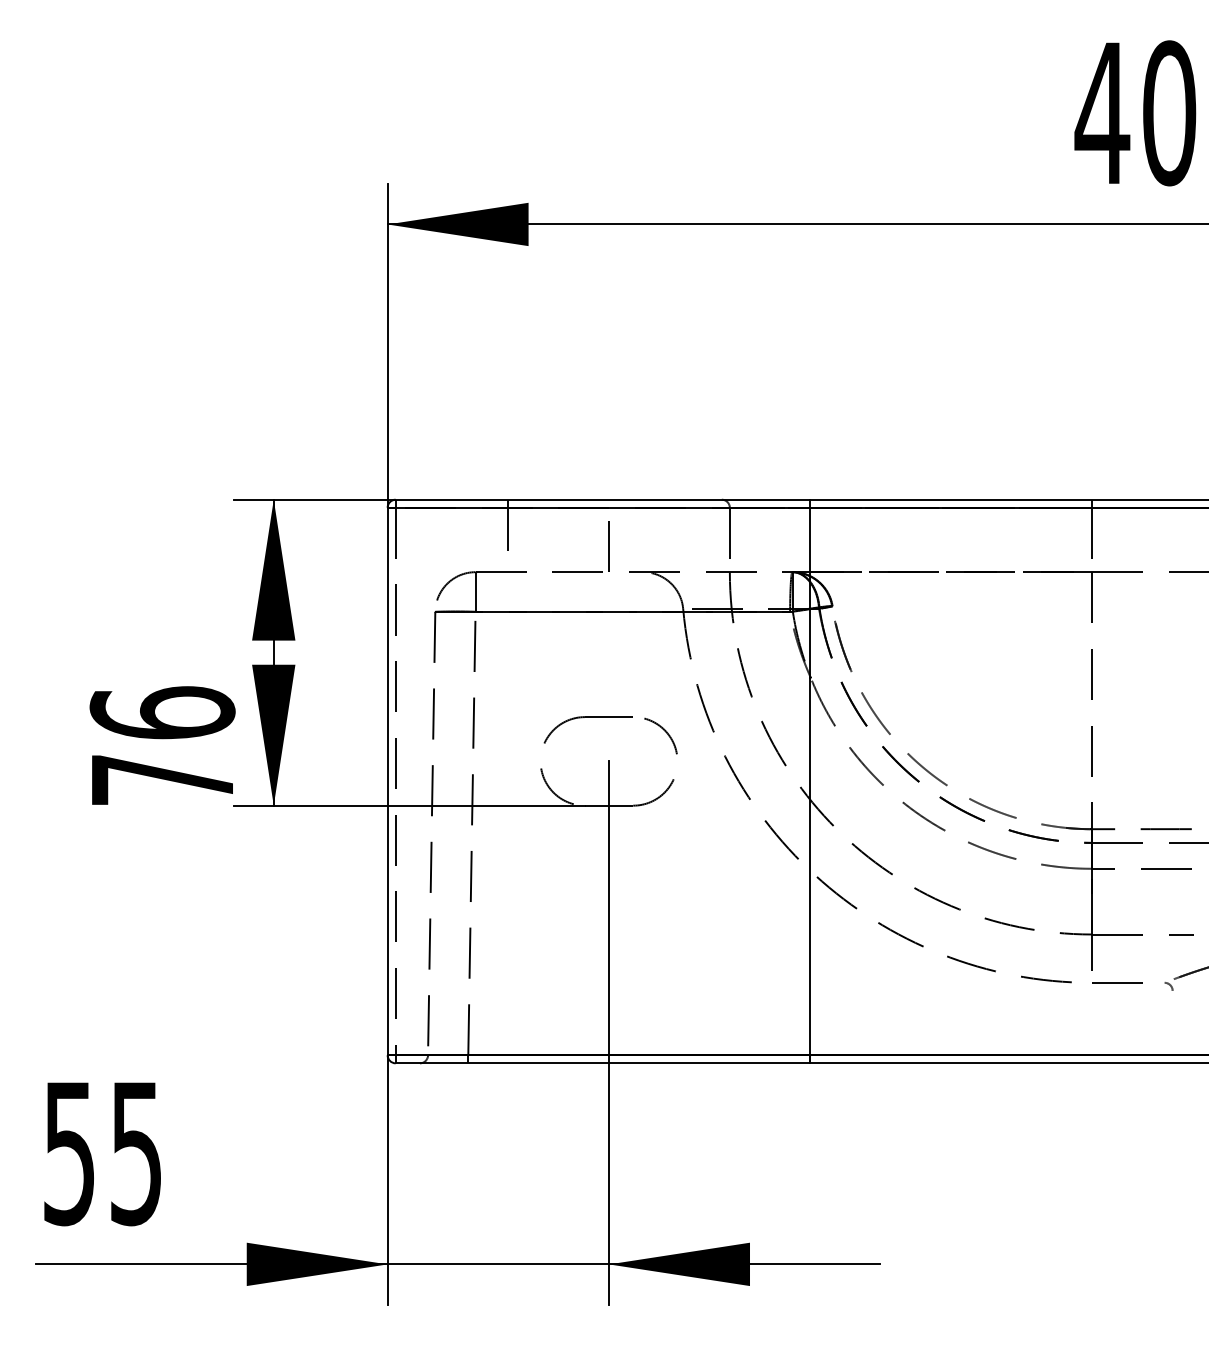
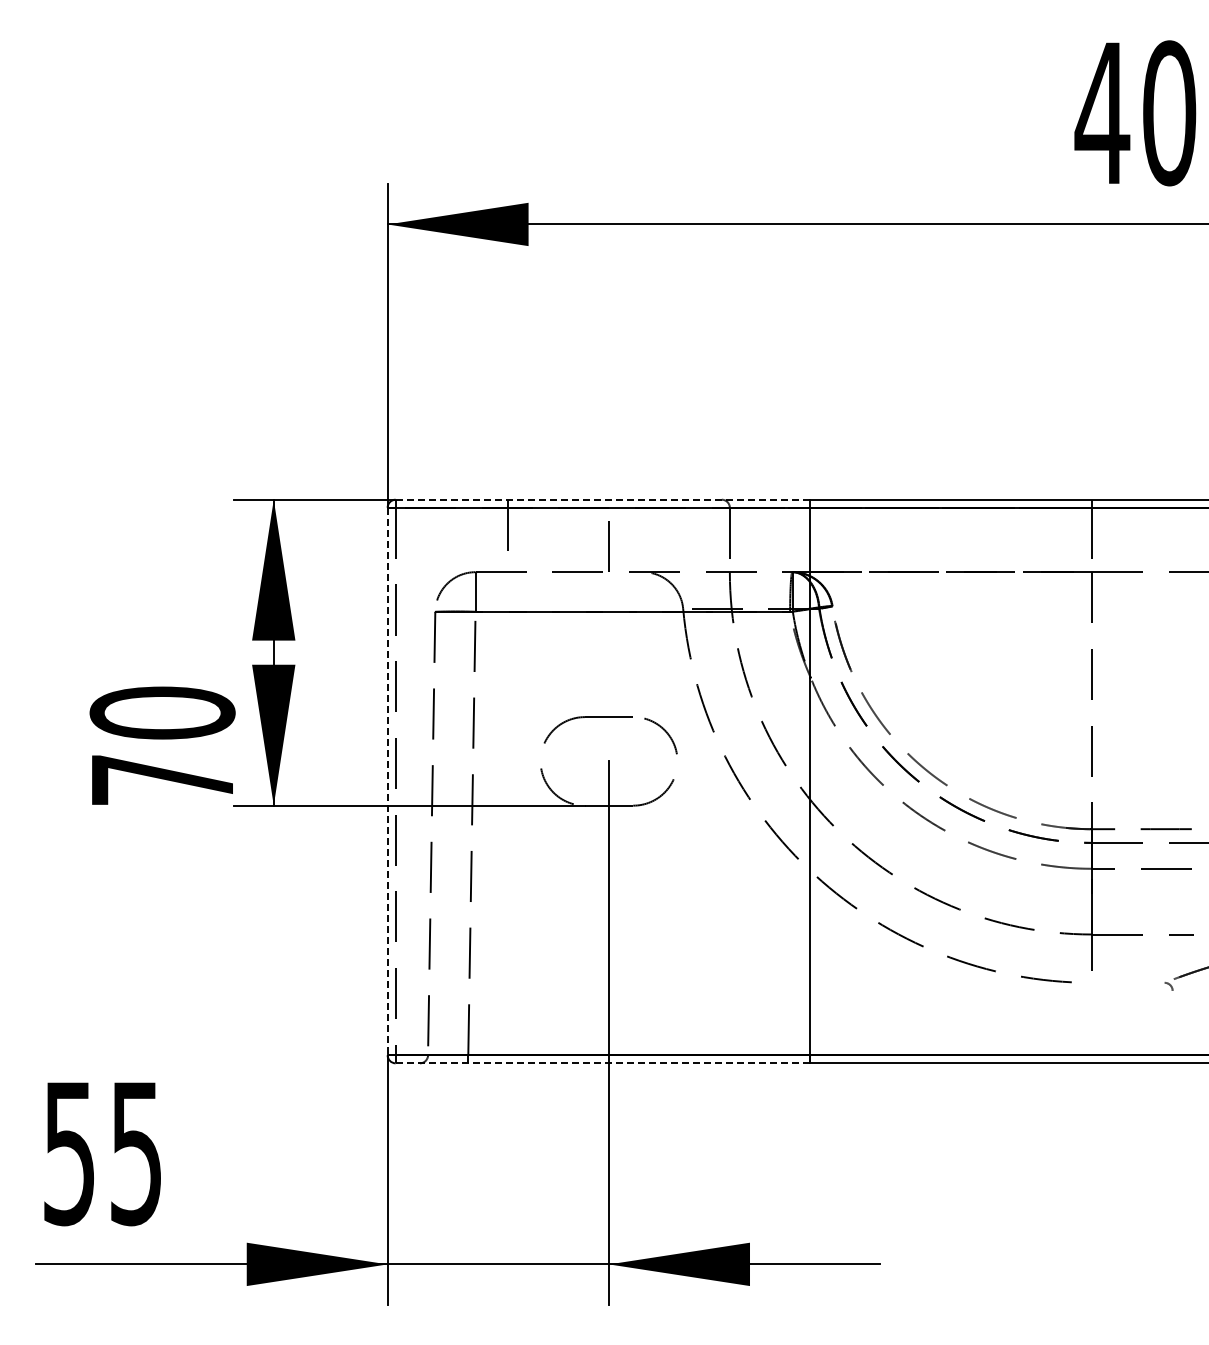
line at (602, 499): solid -> dashed
text at (162, 712): 76 -> 70
line at (387, 781): solid -> dashed
line at (1117, 982): present -> none
line at (603, 1063): solid -> dashed
